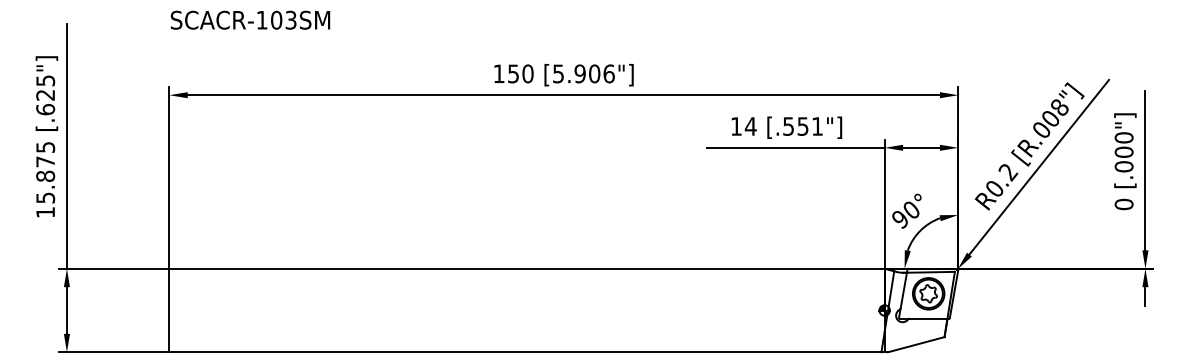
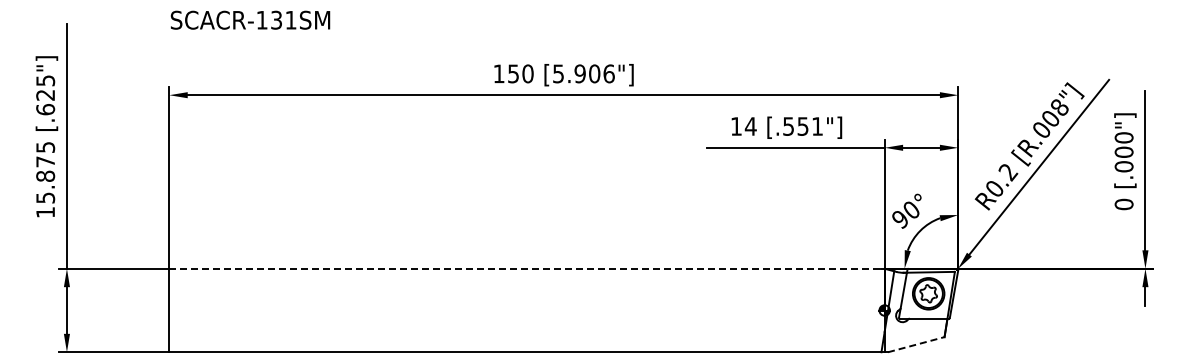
text at (283, 19): SCACR-103SM -> SCACR-131SM
line at (525, 268): solid -> dashed
line at (916, 344): solid -> dashed
